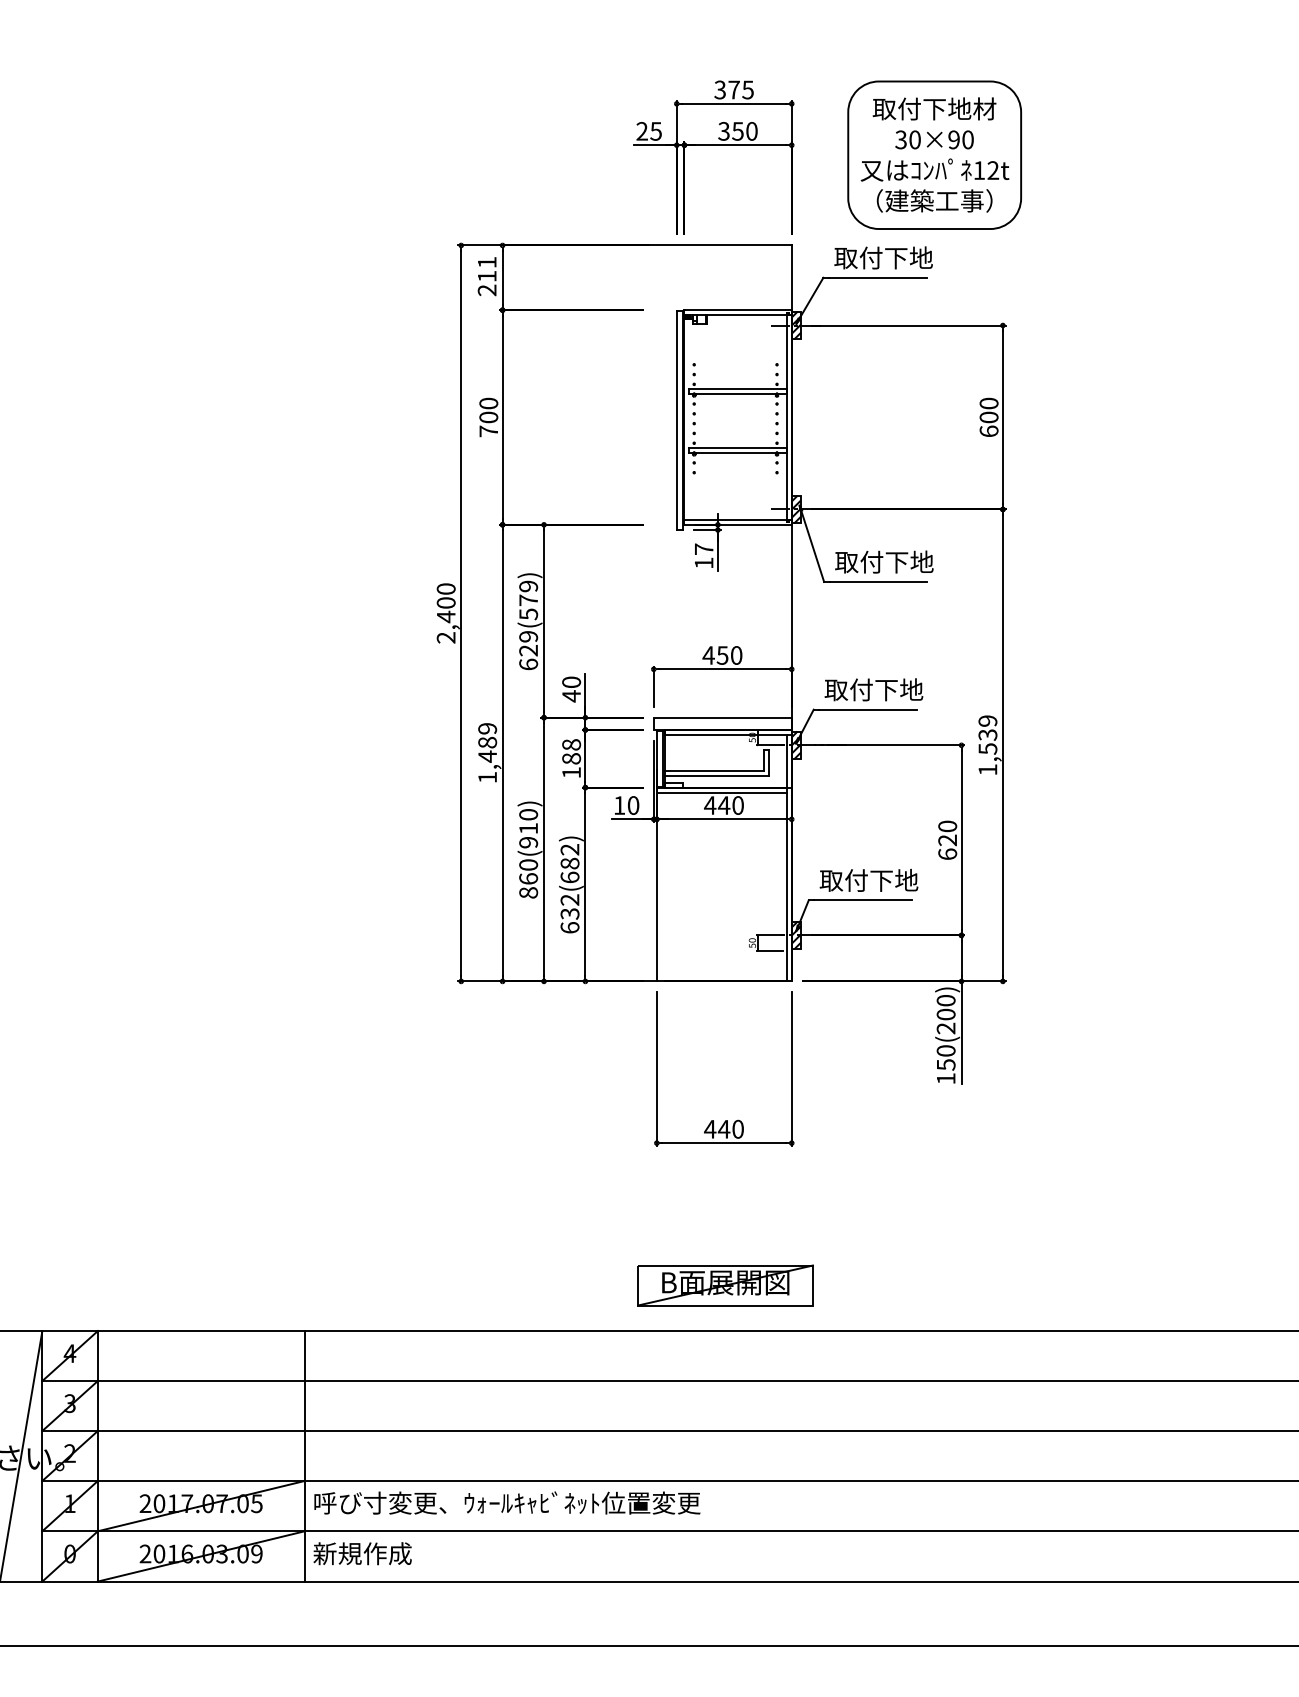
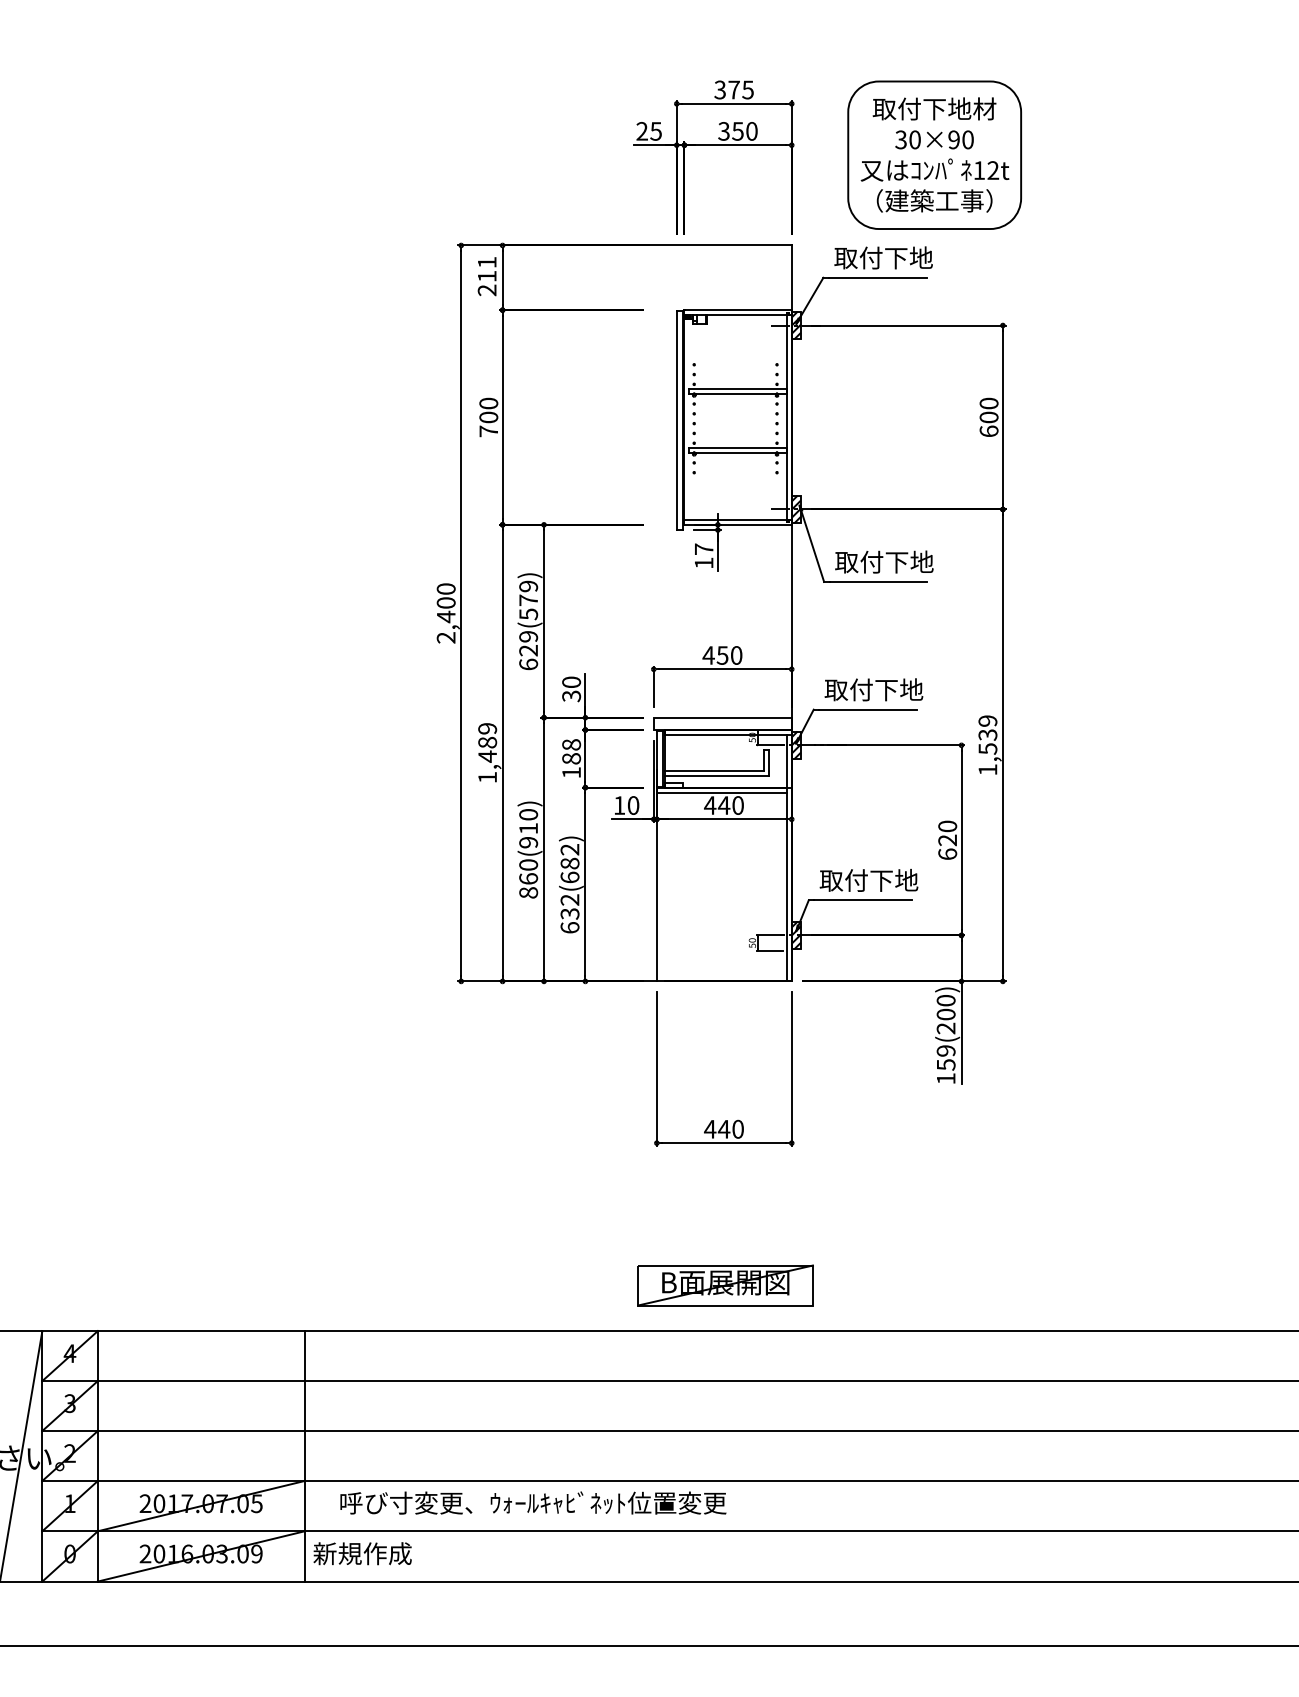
text at (571, 696): 40 -> 30
text at (945, 1050): 150(200) -> 159(200)
text at (507, 1502) position: (507, 1502) -> (533, 1502)
